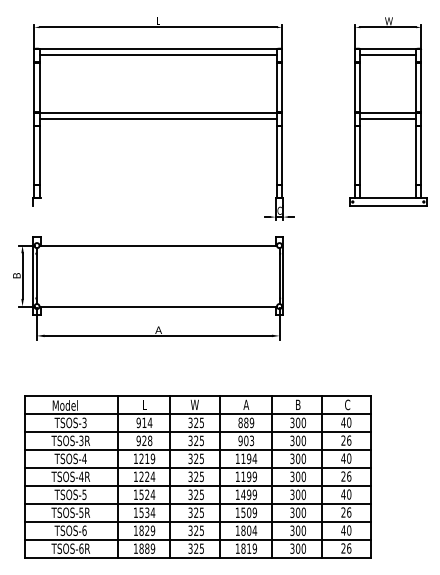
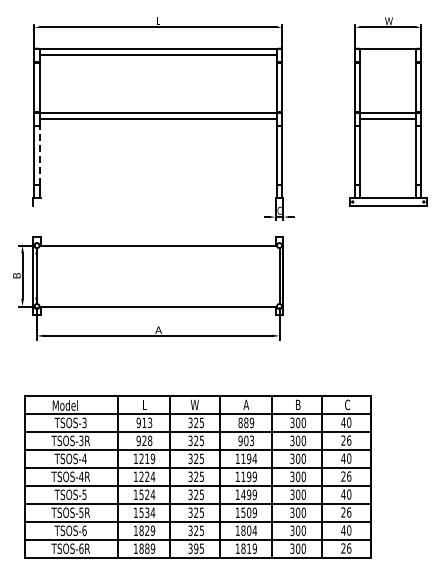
line at (388, 55): present -> none
line at (39, 154): solid -> dashed
text at (149, 422): 914 -> 913
text at (196, 548): 325 -> 395
